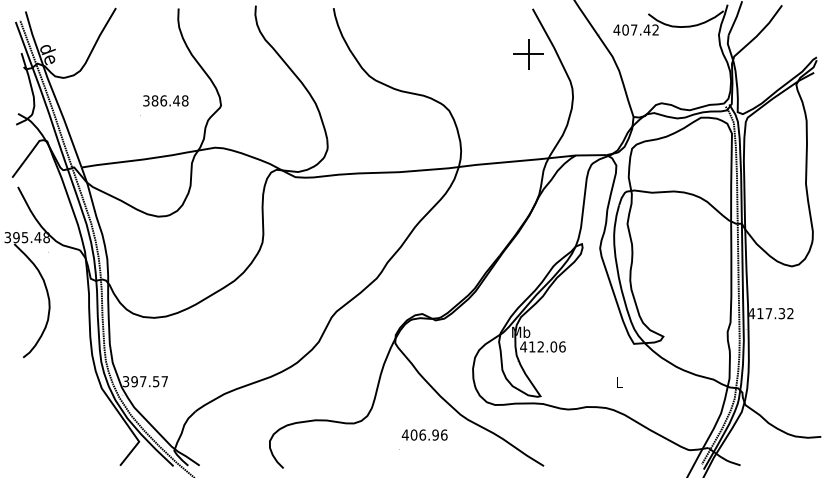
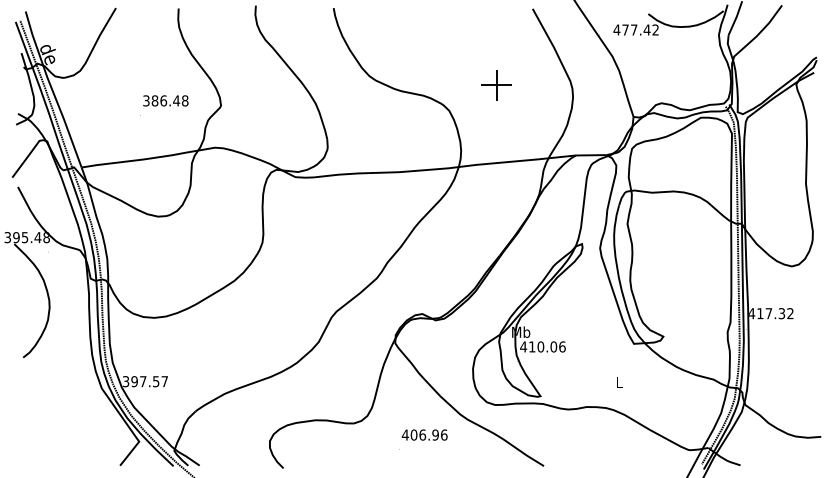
text at (625, 29): 407.42 -> 477.42
part at (528, 54) position: (528, 54) -> (496, 85)
text at (540, 346): 412.06 -> 410.06
